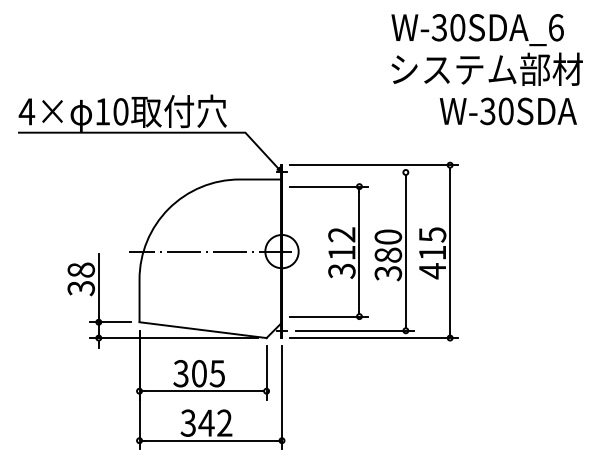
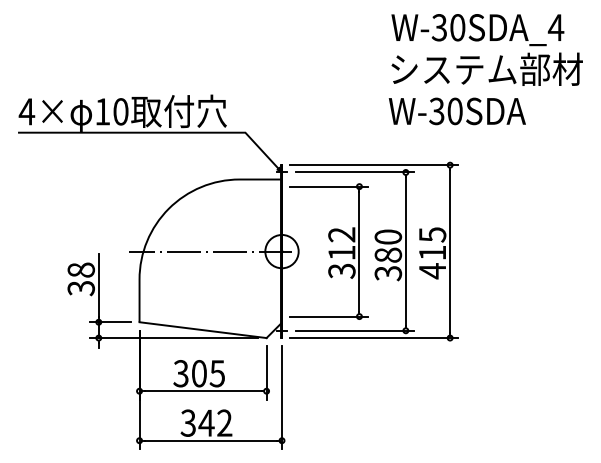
text at (555, 27): W-30SDA_6 -> W-30SDA_4
text at (507, 111) position: (507, 111) -> (456, 111)
line at (354, 172): none -> present
